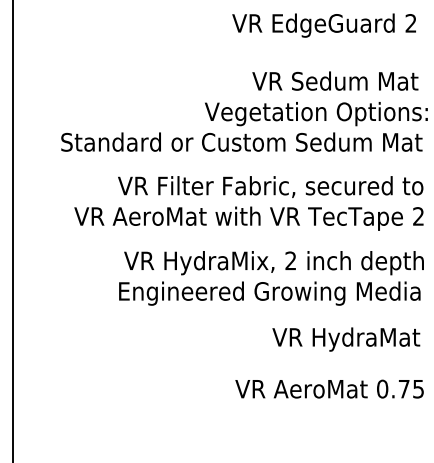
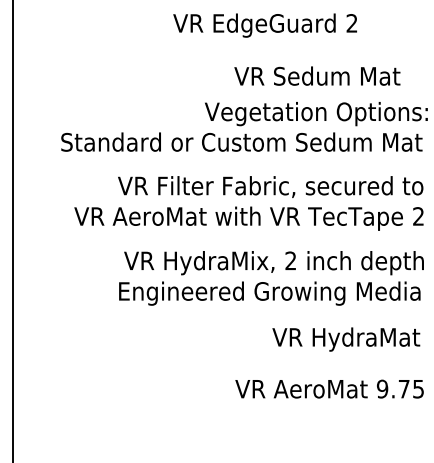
text at (323, 25) position: (323, 25) -> (264, 25)
text at (335, 80) position: (335, 80) -> (317, 75)
text at (382, 389): 0.75 -> 9.75
